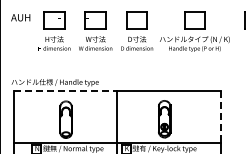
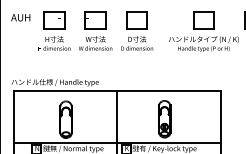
part at (194, 31) position: (194, 31) -> (203, 31)
line at (65, 91): dashed -> solid
line at (220, 117): dashed -> solid
